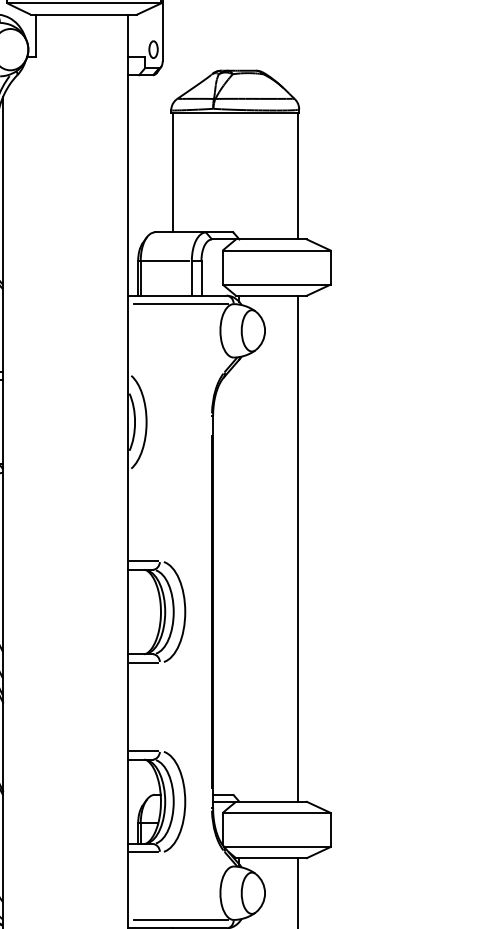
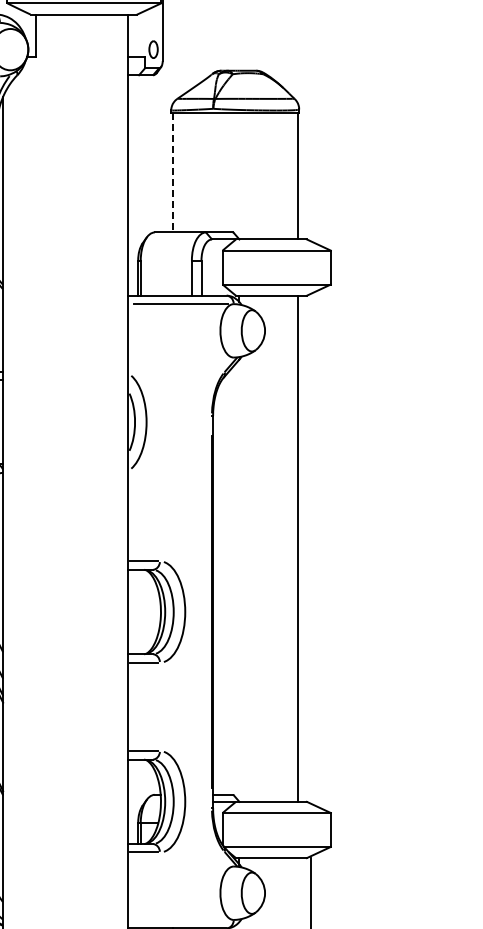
line at (172, 172): solid -> dashed
line at (166, 260): present -> none
line at (297, 891) position: (297, 891) -> (310, 891)
line at (180, 919): present -> none
